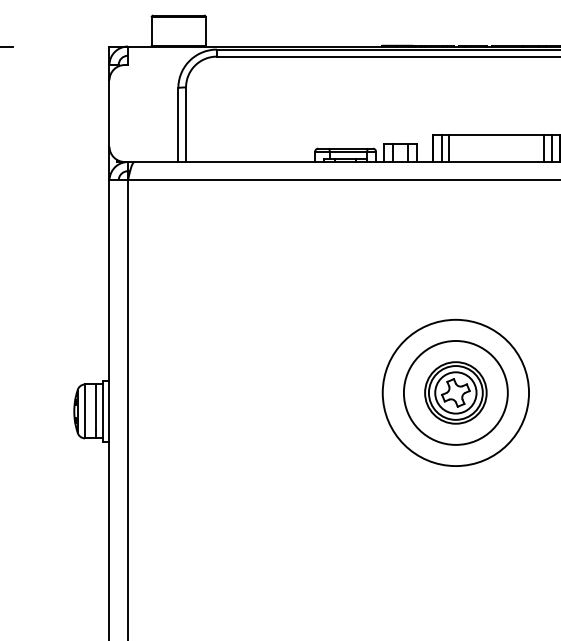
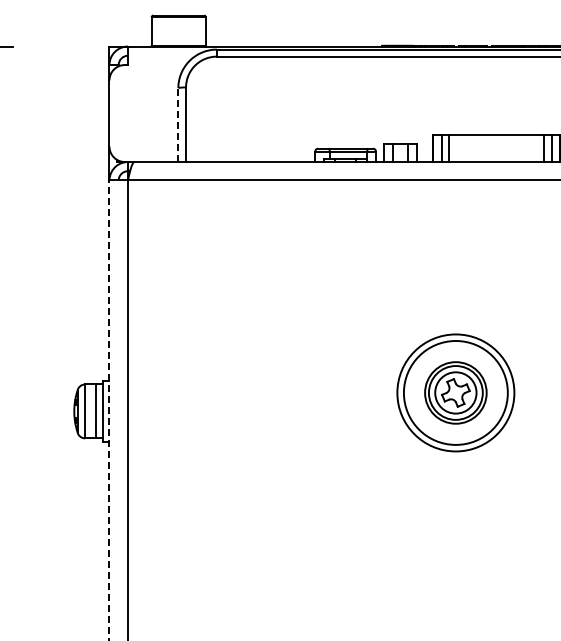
line at (178, 125): solid -> dashed
circle at (455, 392) diameter: 146 px -> 117 px
line at (109, 410): solid -> dashed
